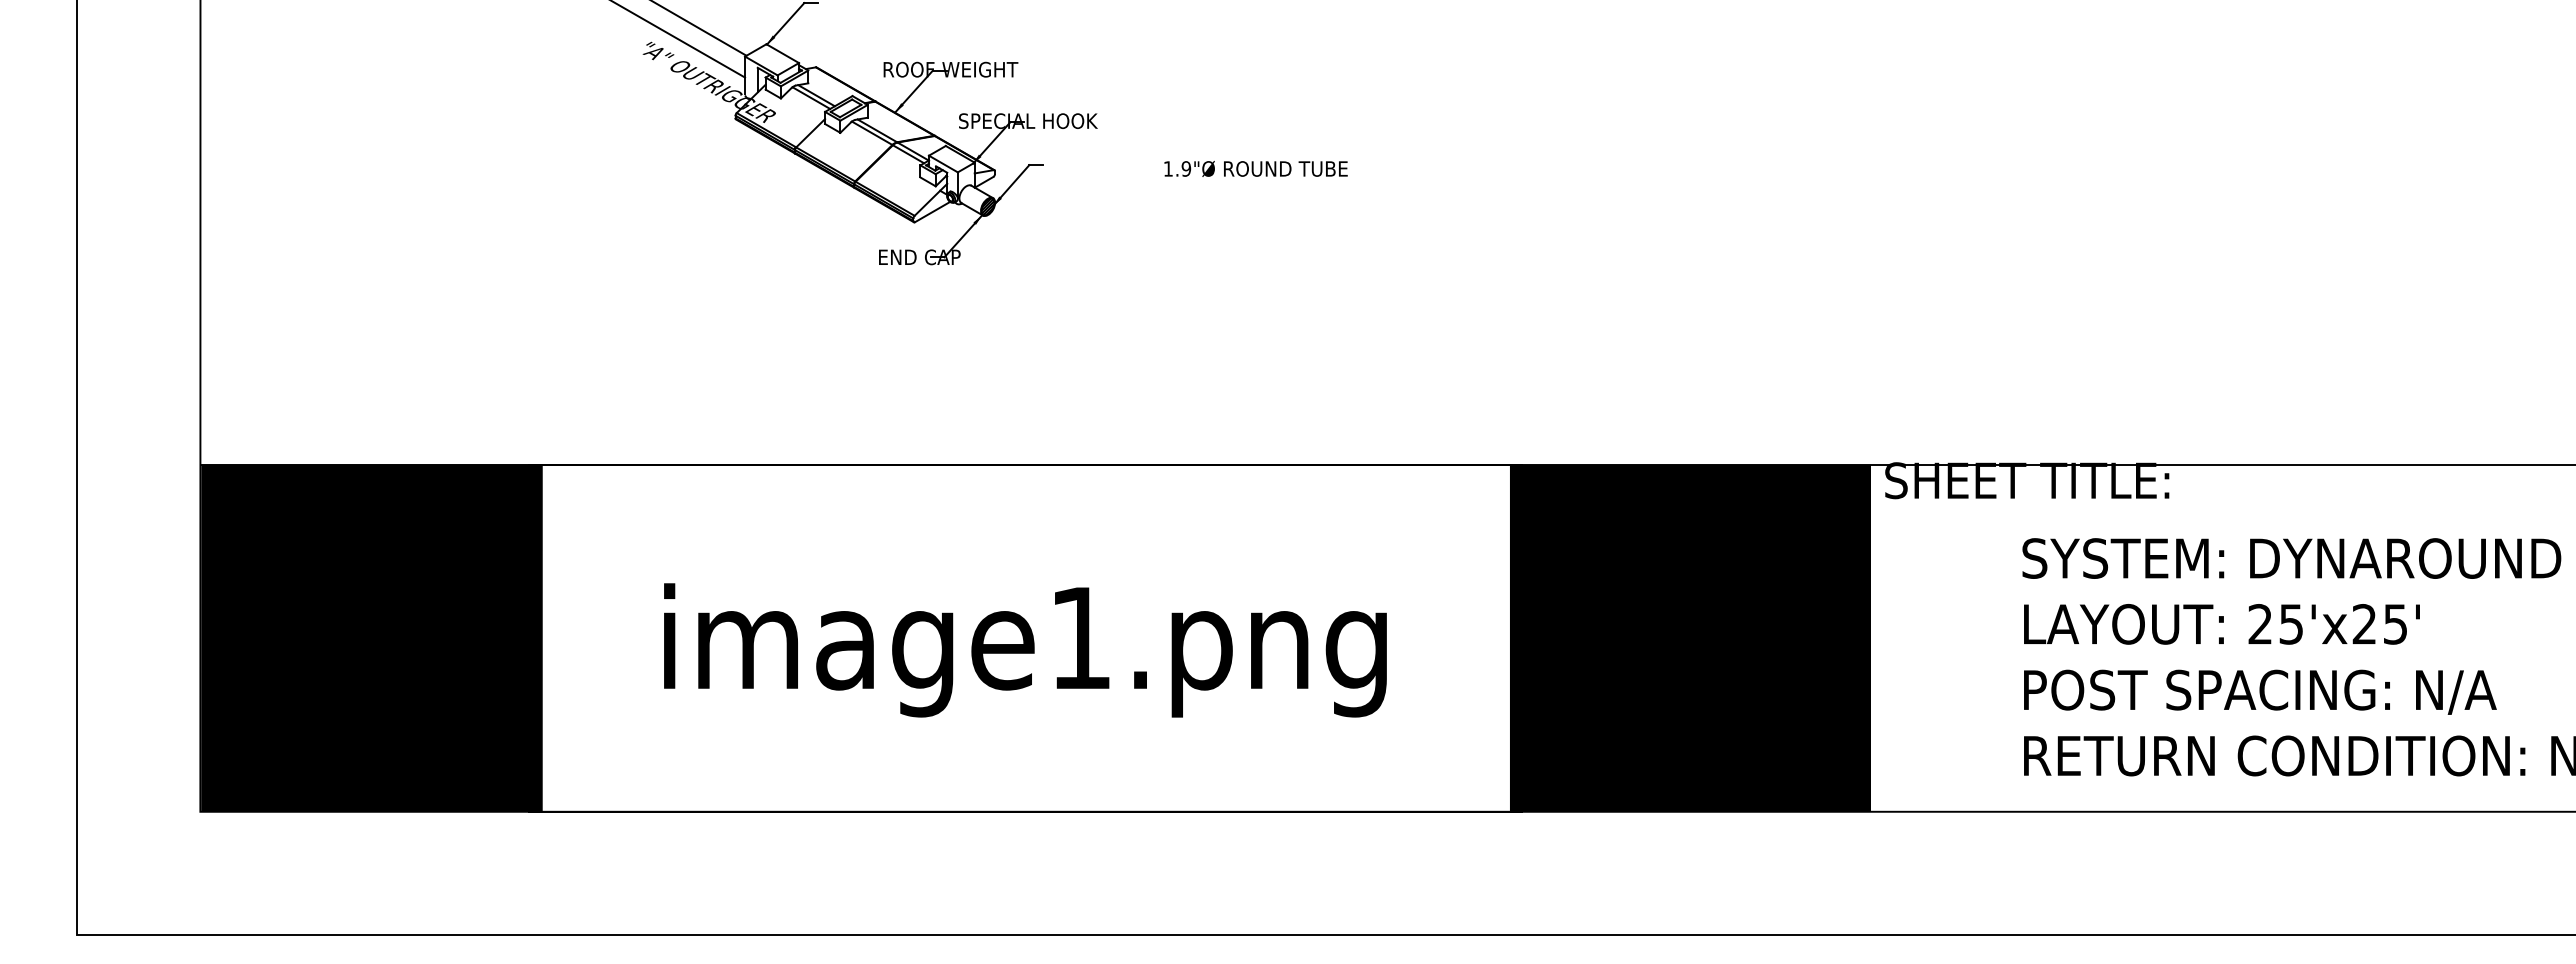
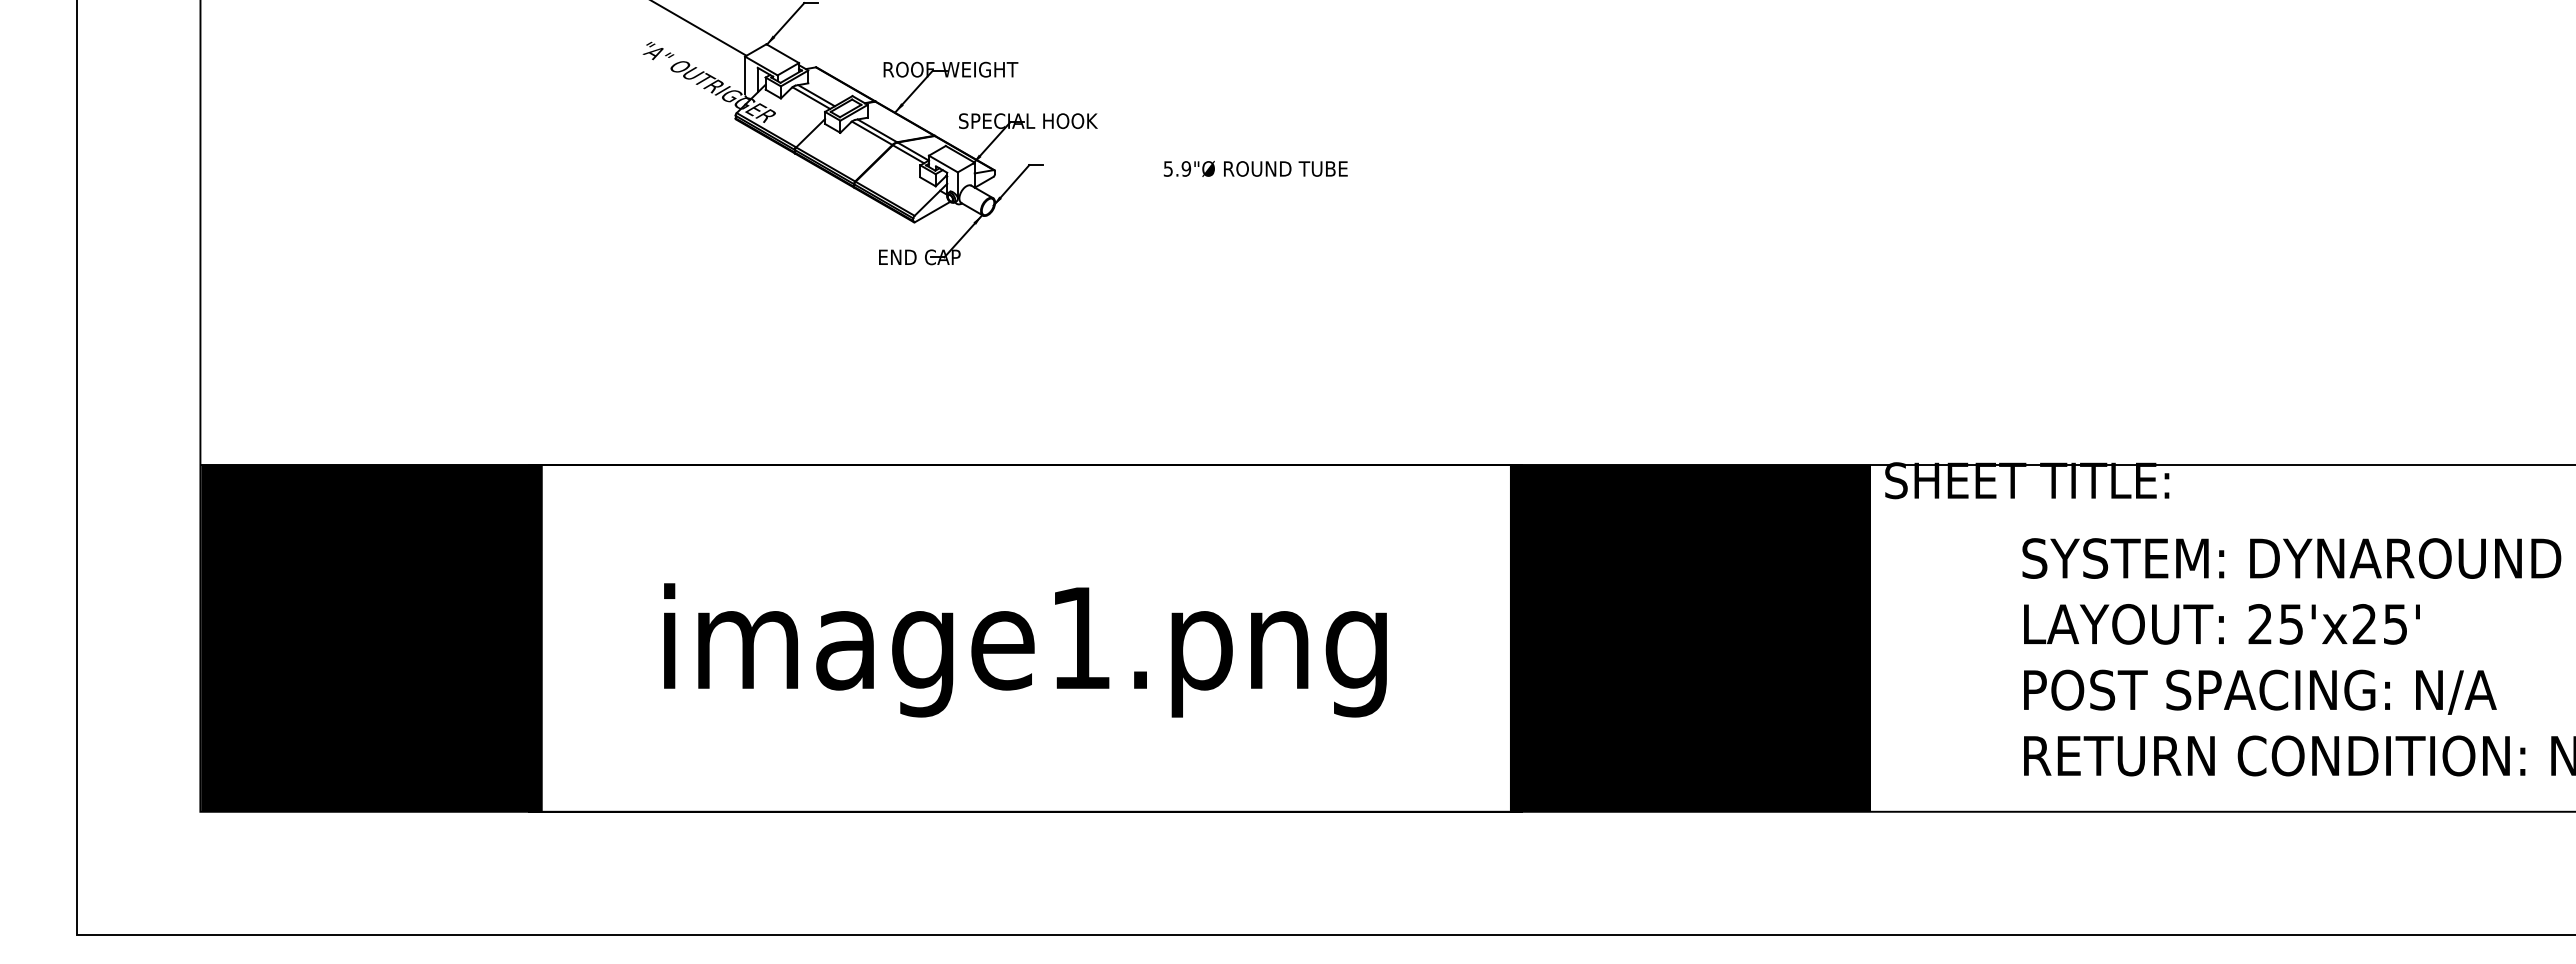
line at (679, 39): present -> none
text at (1167, 168): 1.9"Ø -> 5.9"Ø
hatch at (987, 206): present -> none
